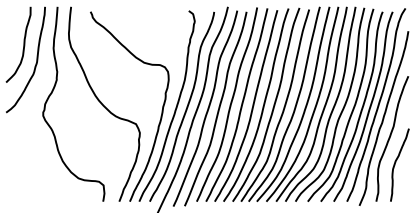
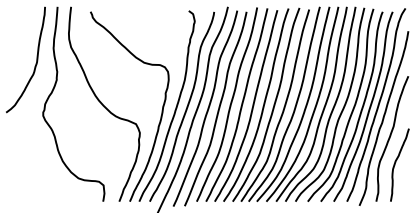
curve at (23, 44): present -> none
